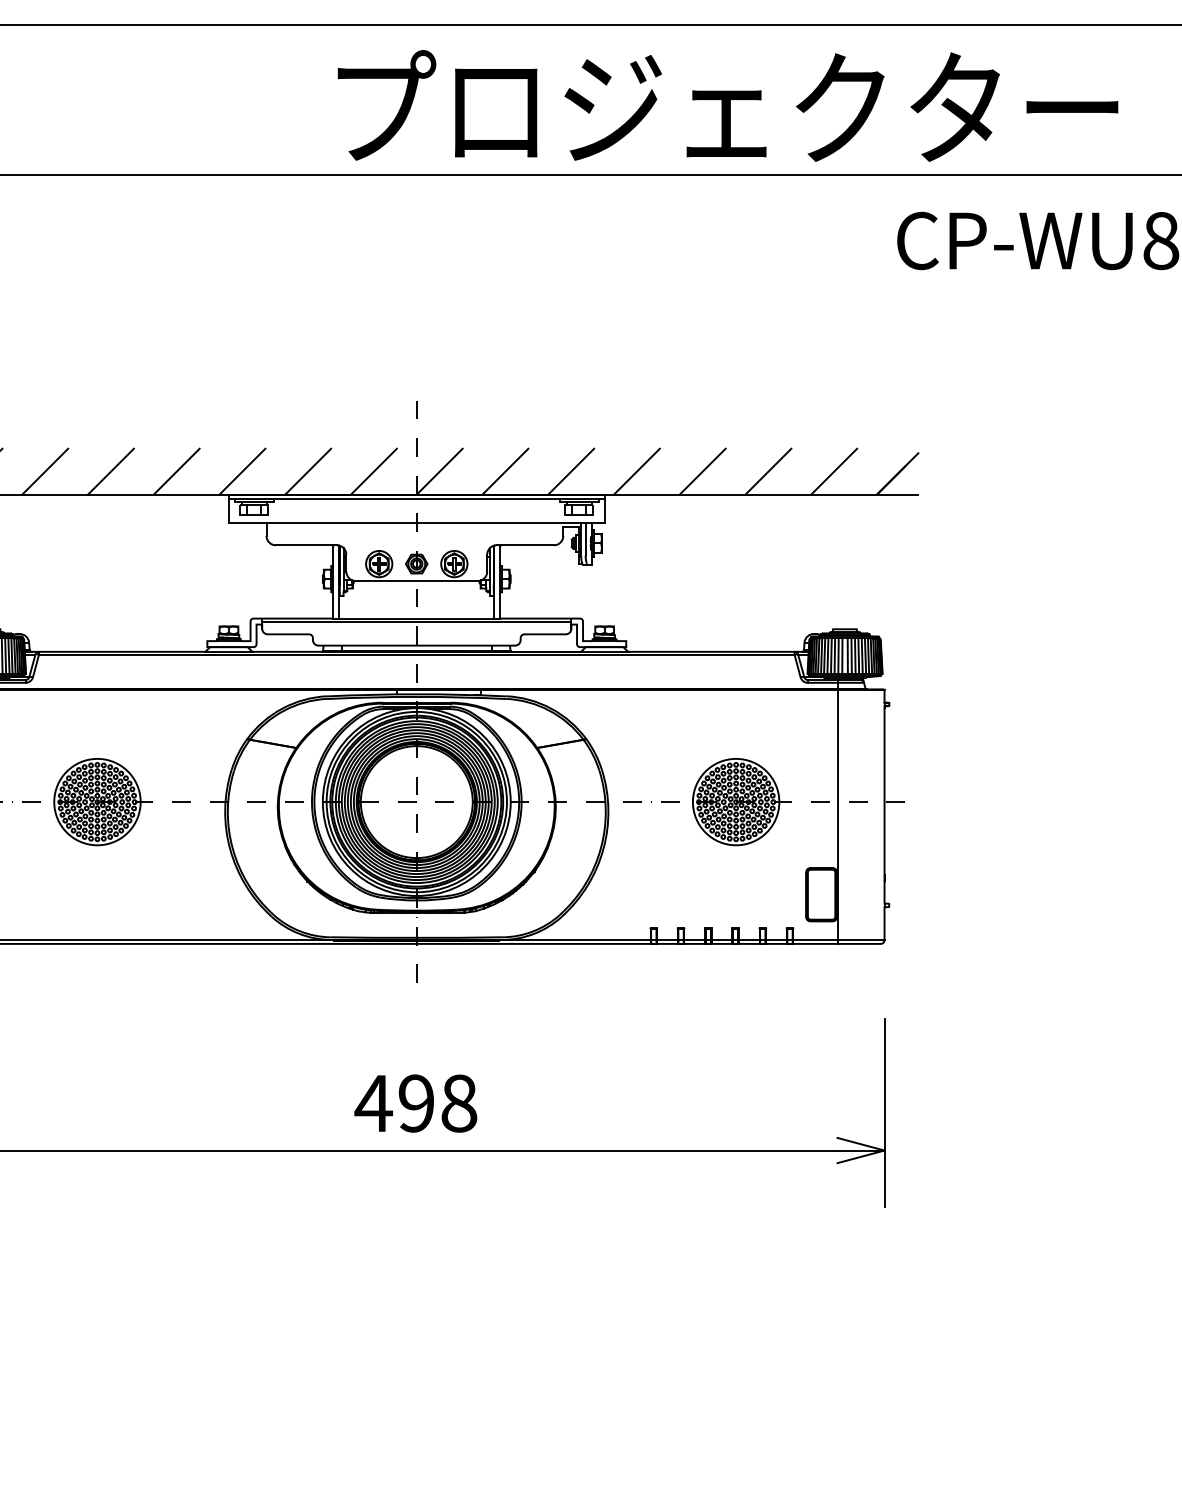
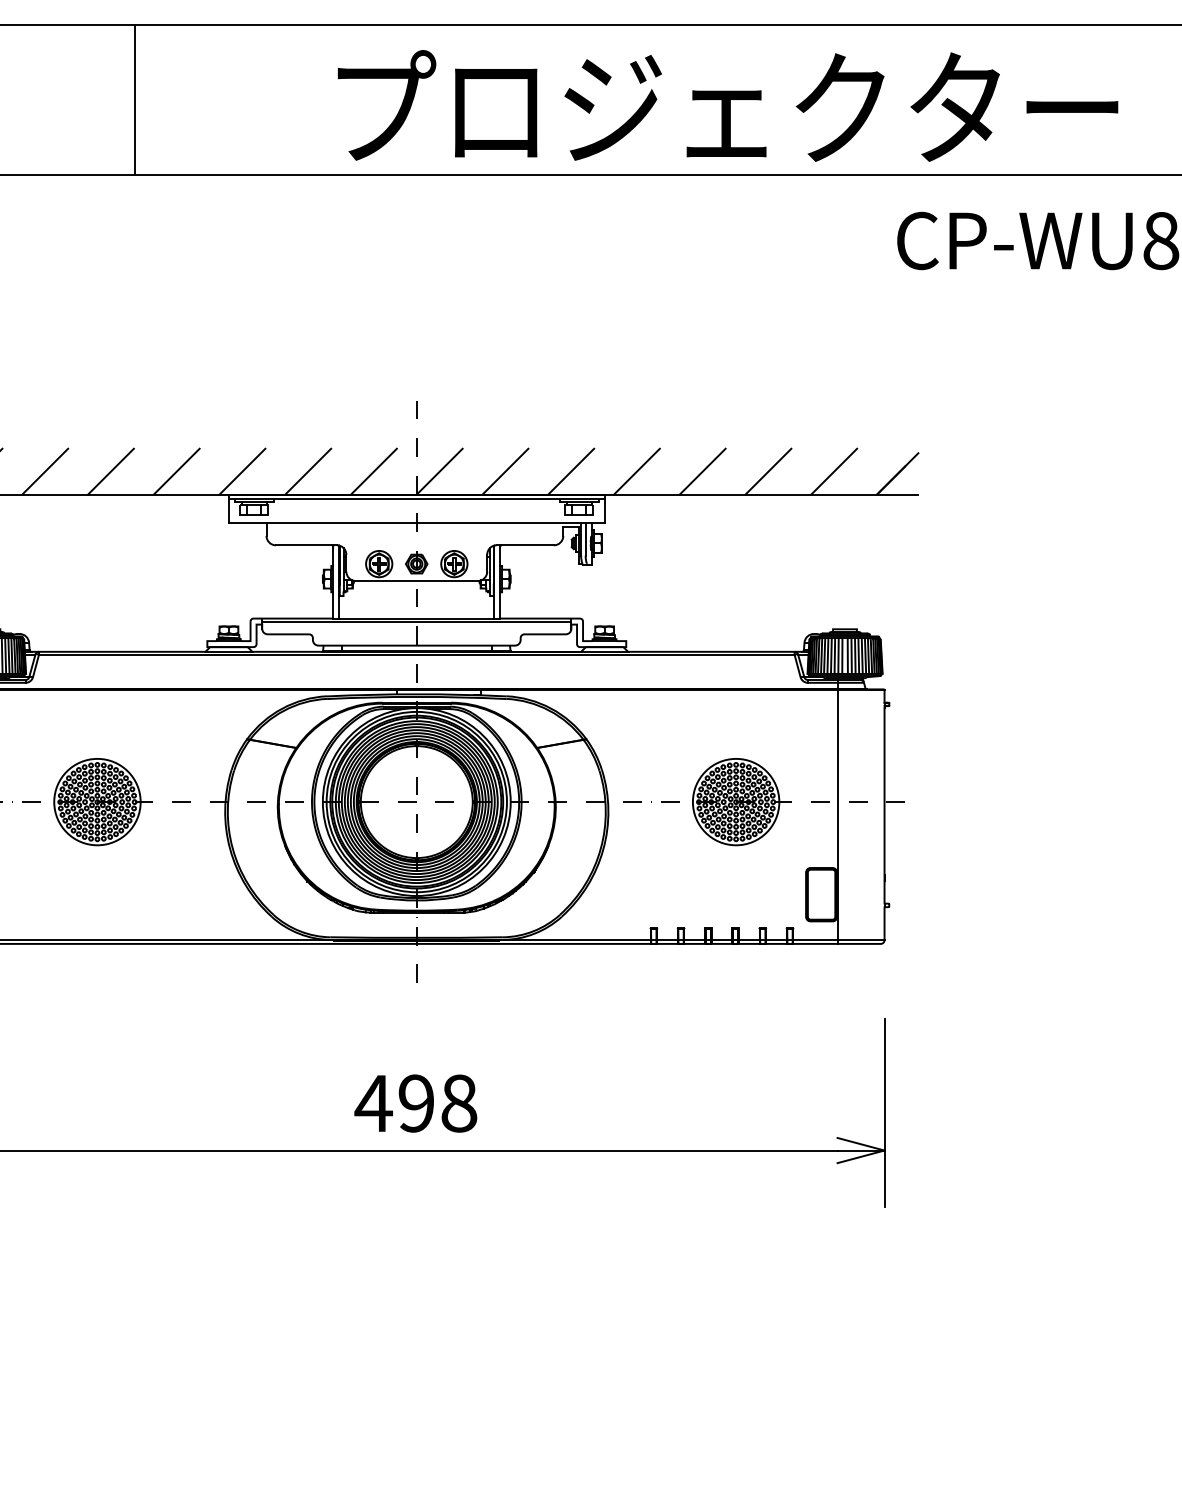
line at (135, 99): none -> present
